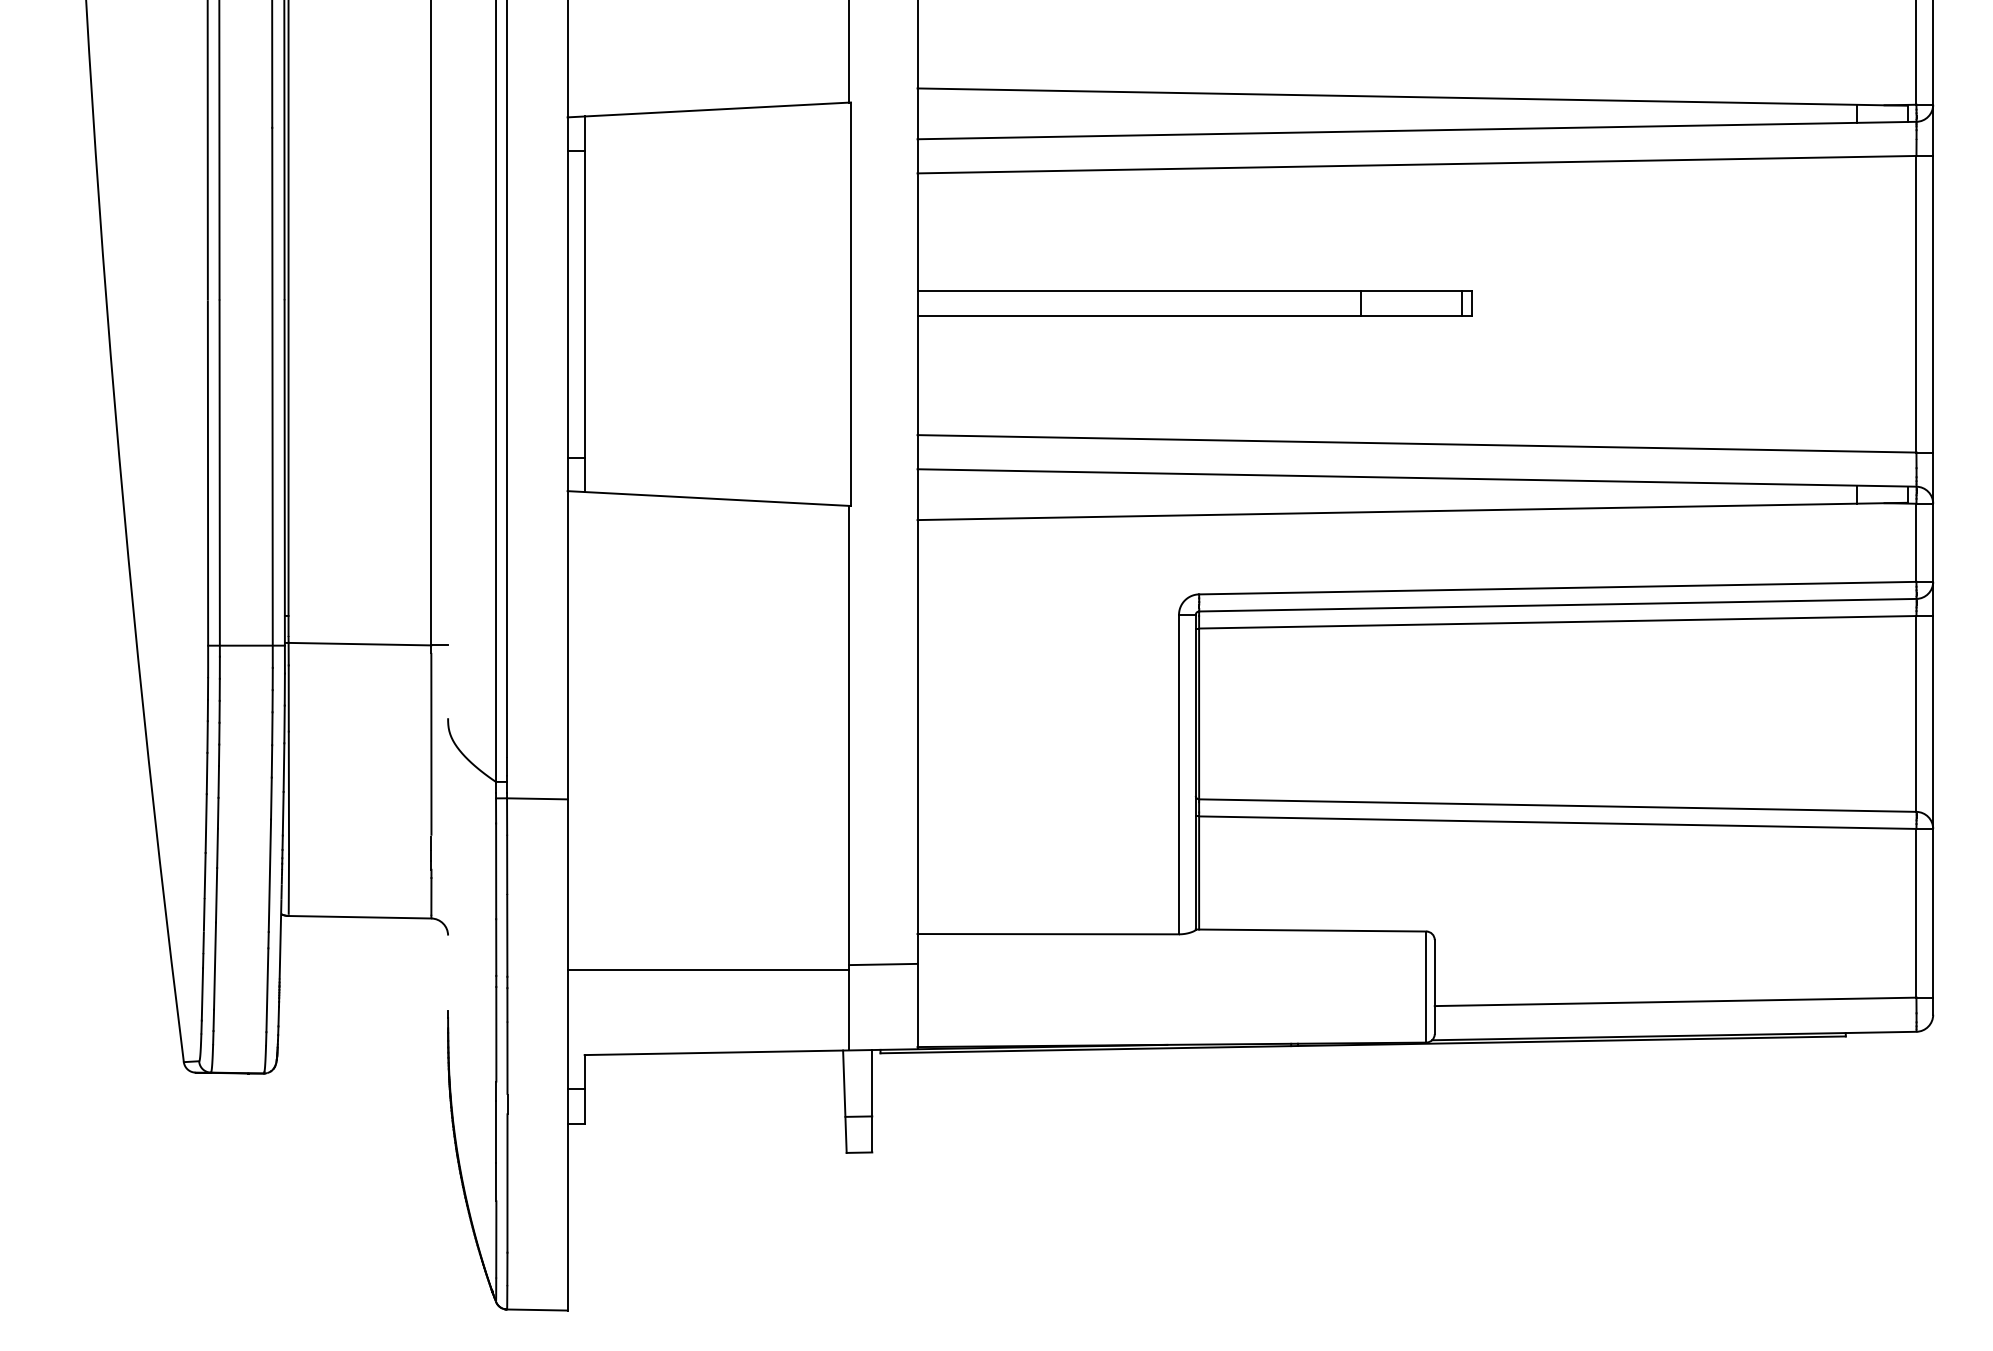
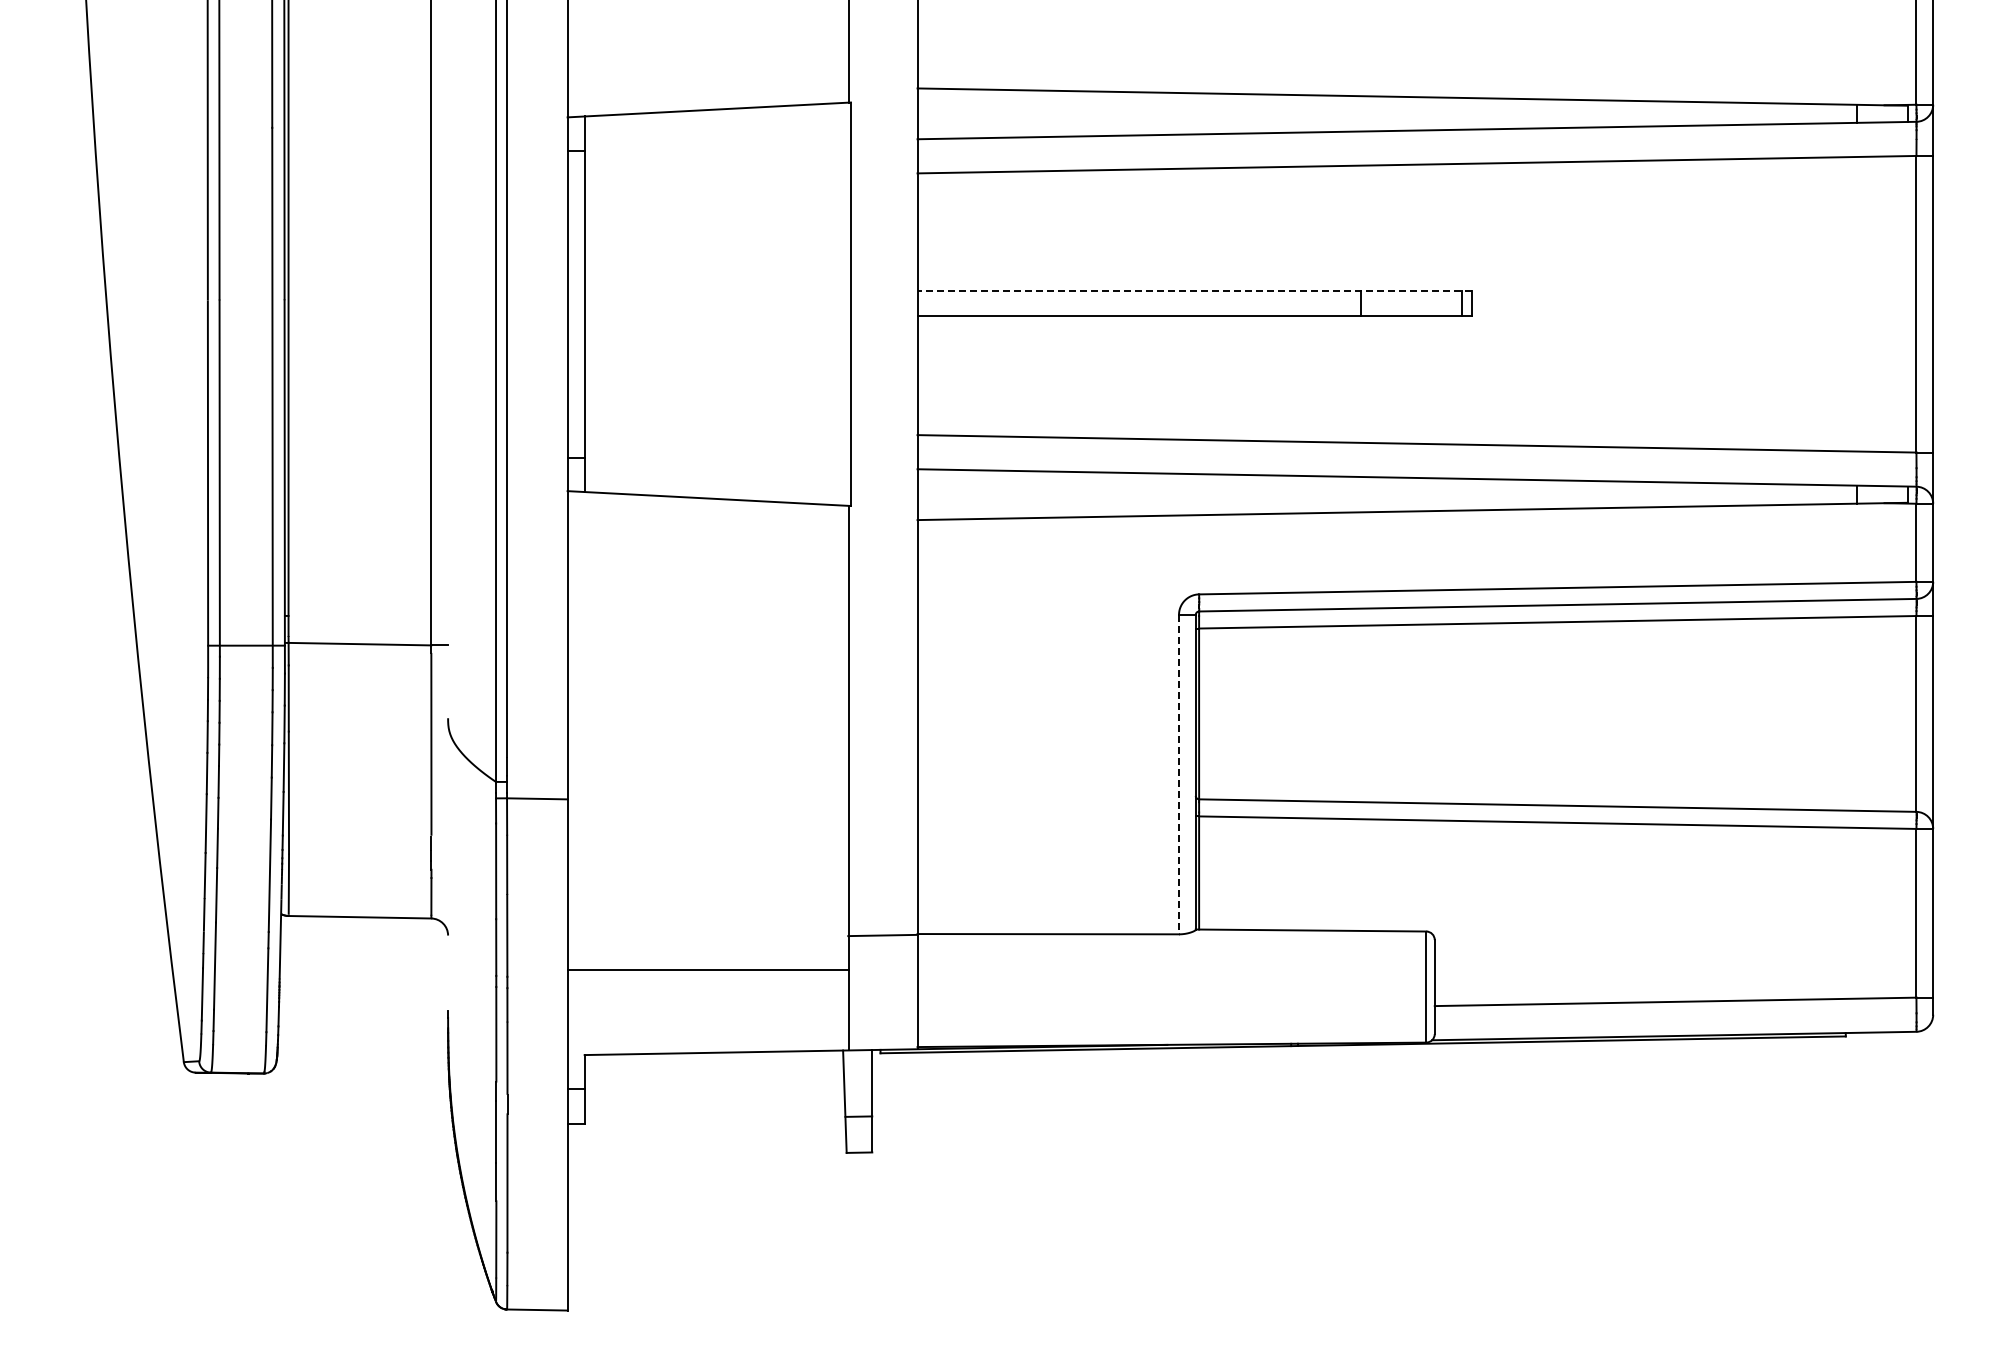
line at (1194, 290): solid -> dashed
line at (1179, 774): solid -> dashed
line at (883, 964) position: (883, 964) -> (882, 935)
